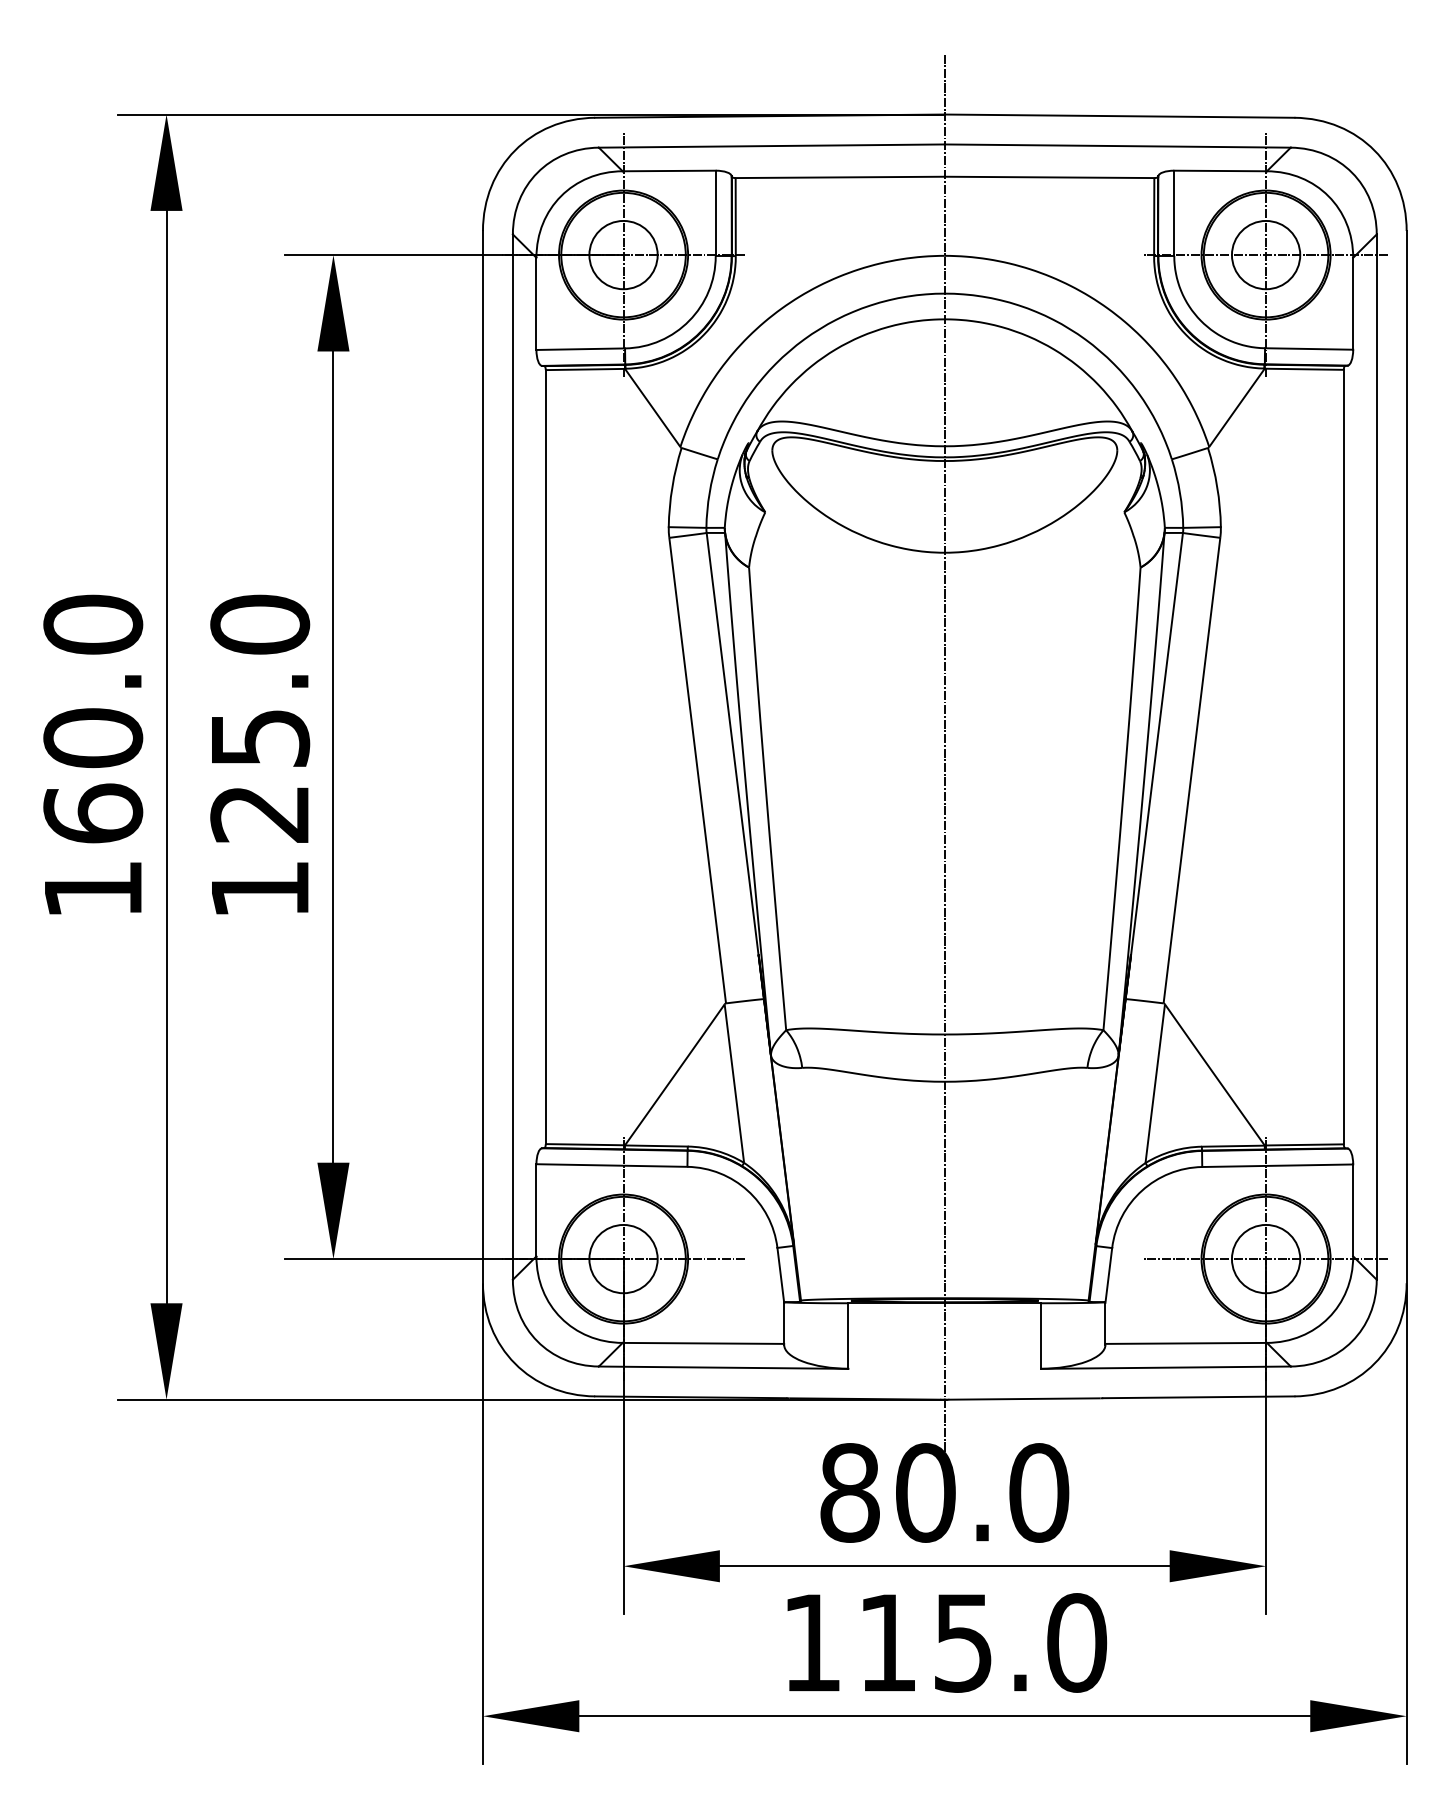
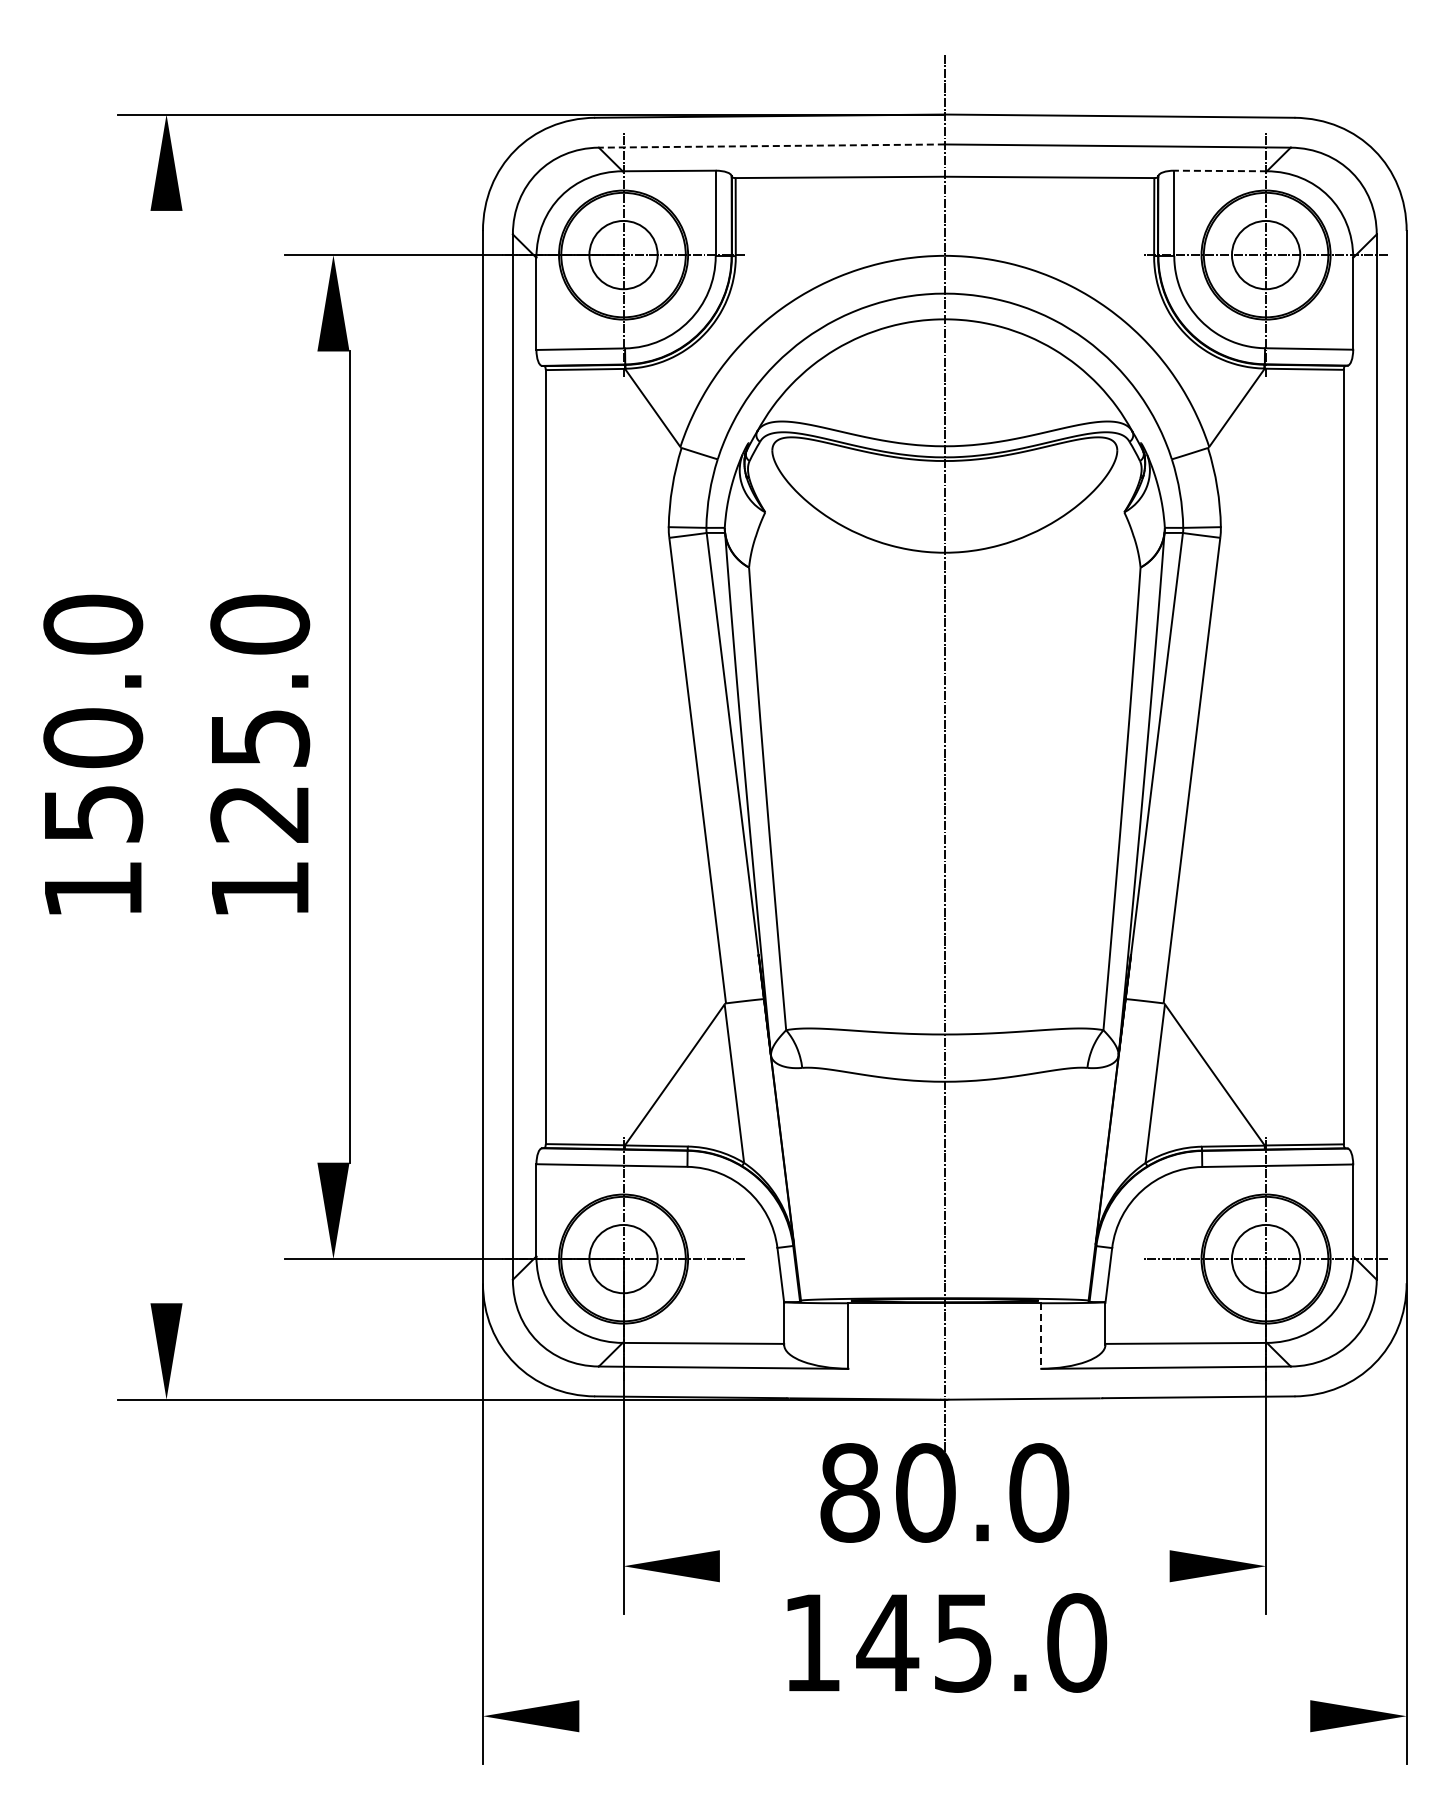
line at (771, 146): solid -> dashed
line at (1220, 170): solid -> dashed
line at (166, 756): present -> none
line at (333, 756) position: (333, 756) -> (350, 756)
text at (93, 813): 160.0 -> 150.0
line at (1041, 1336): solid -> dashed
line at (944, 1566): present -> none
text at (887, 1642): 115.0 -> 145.0
line at (944, 1716): present -> none
